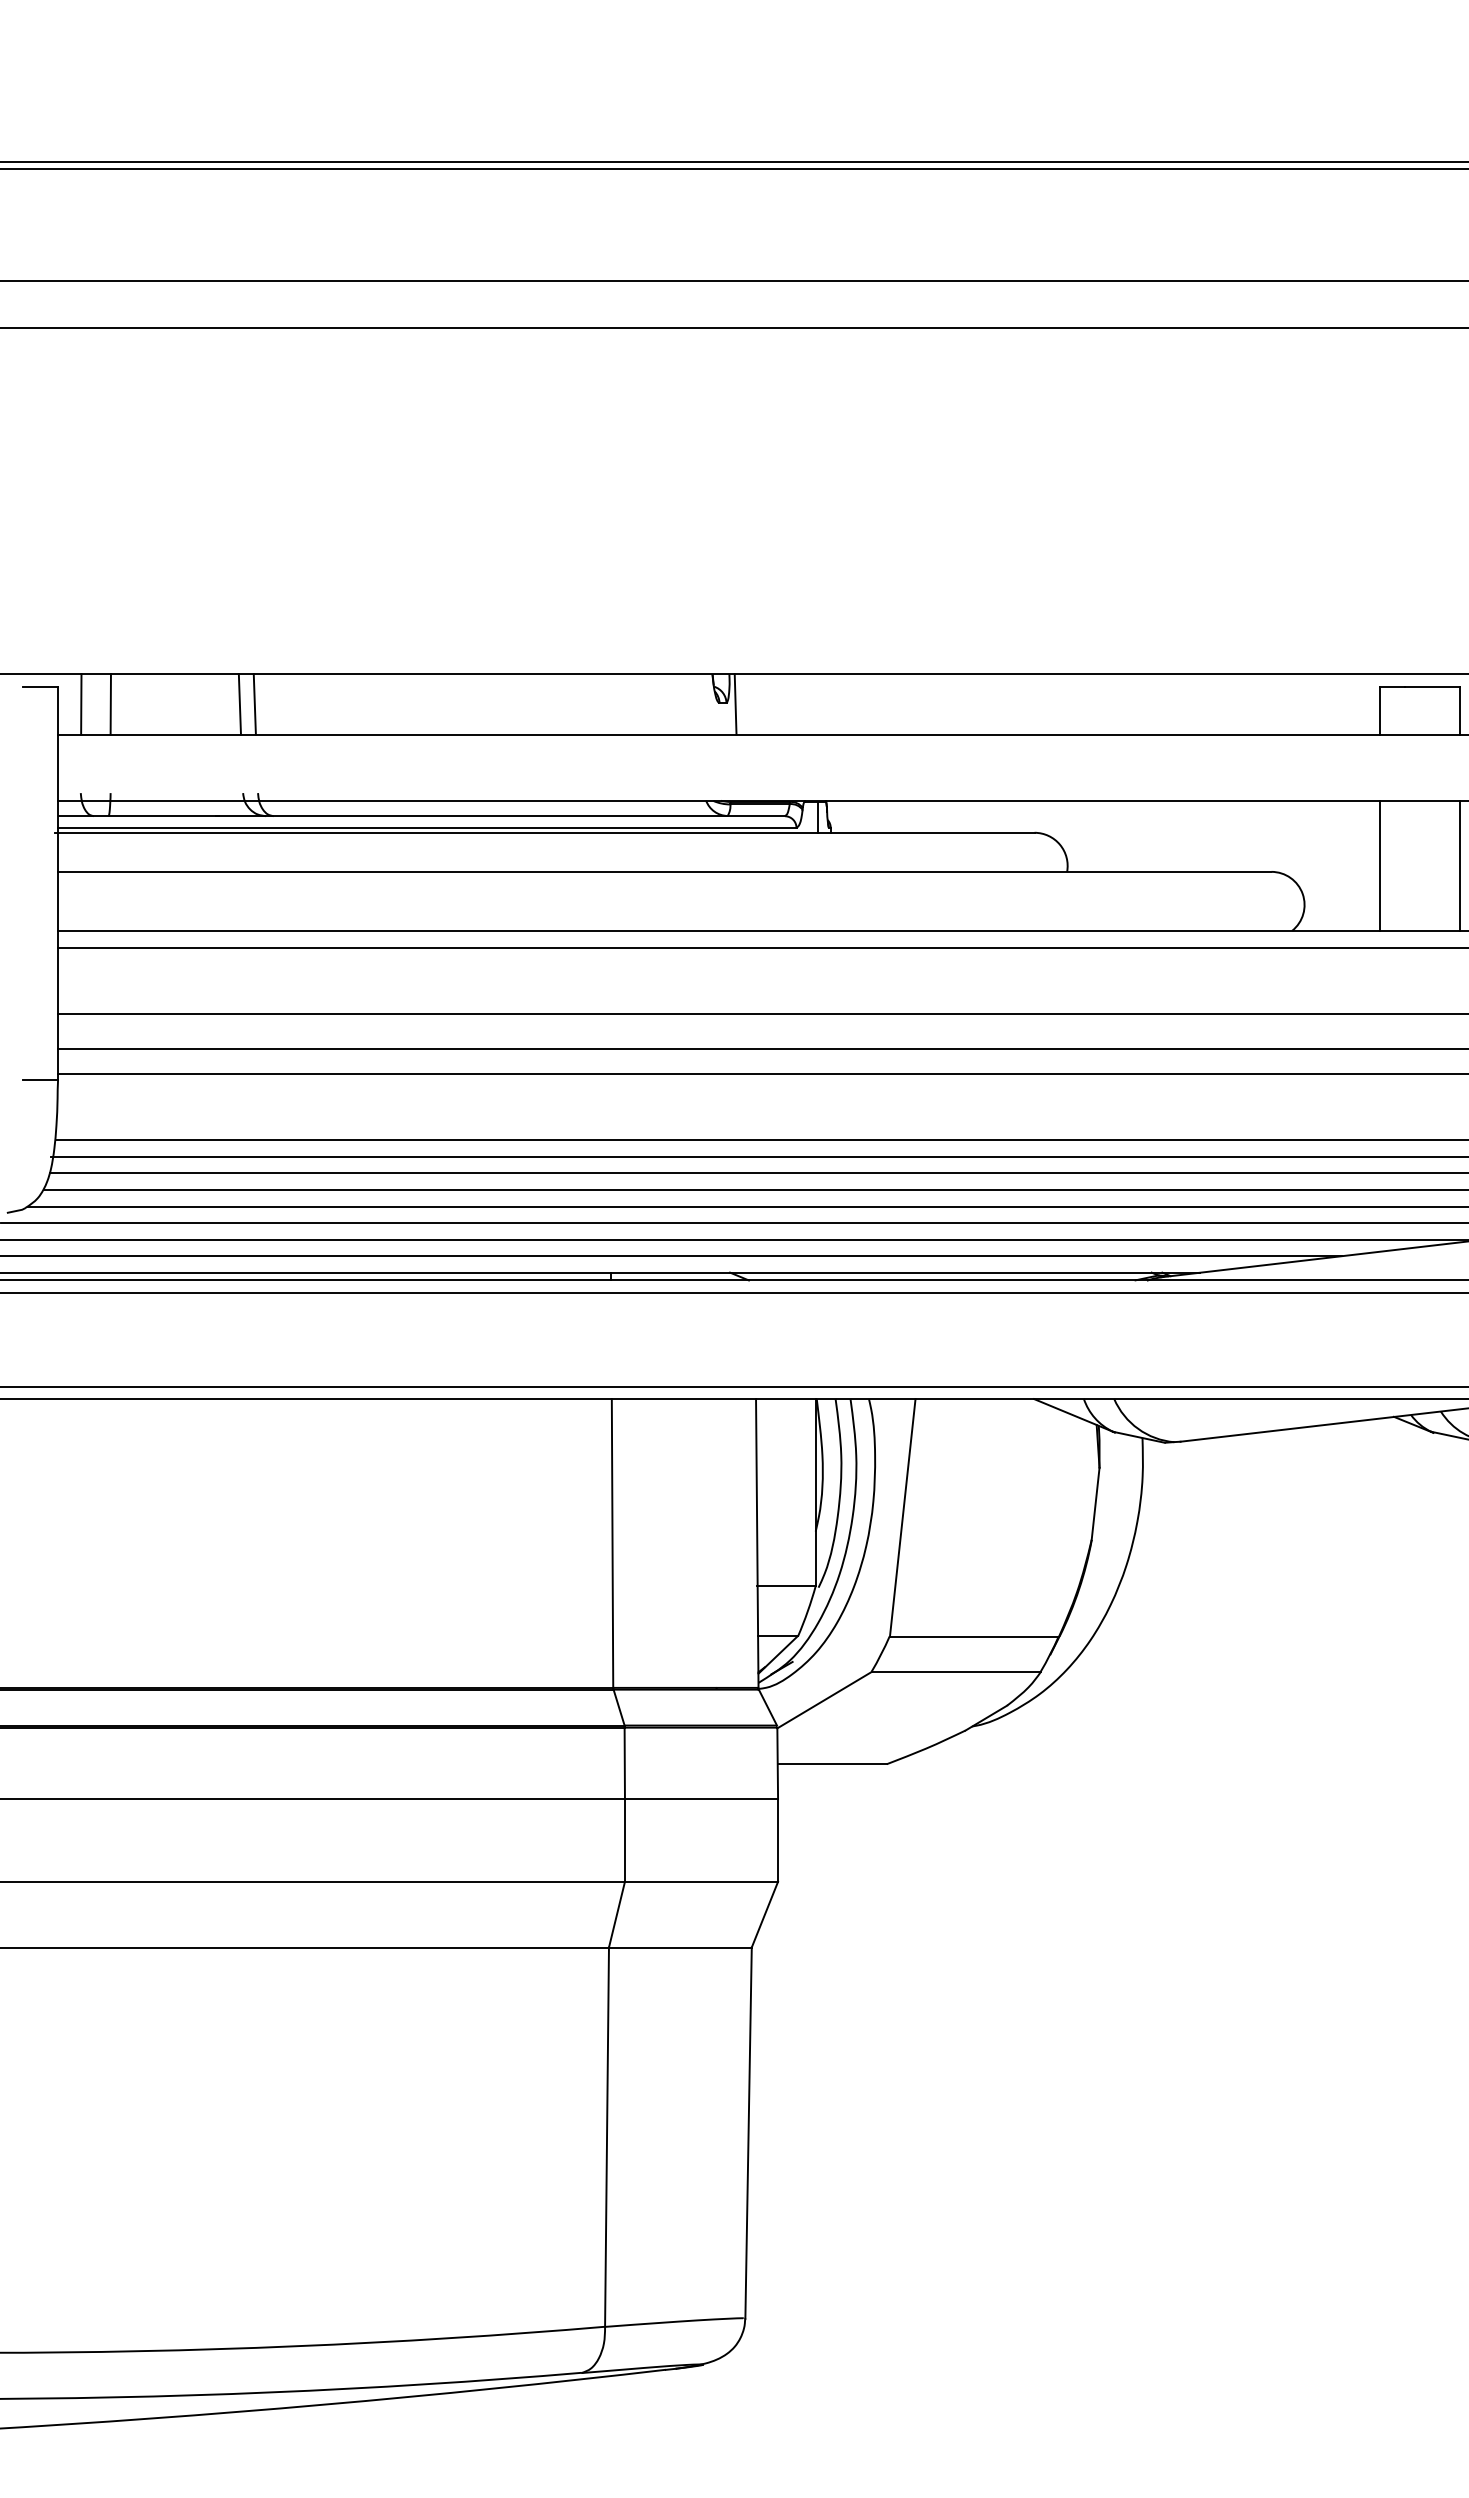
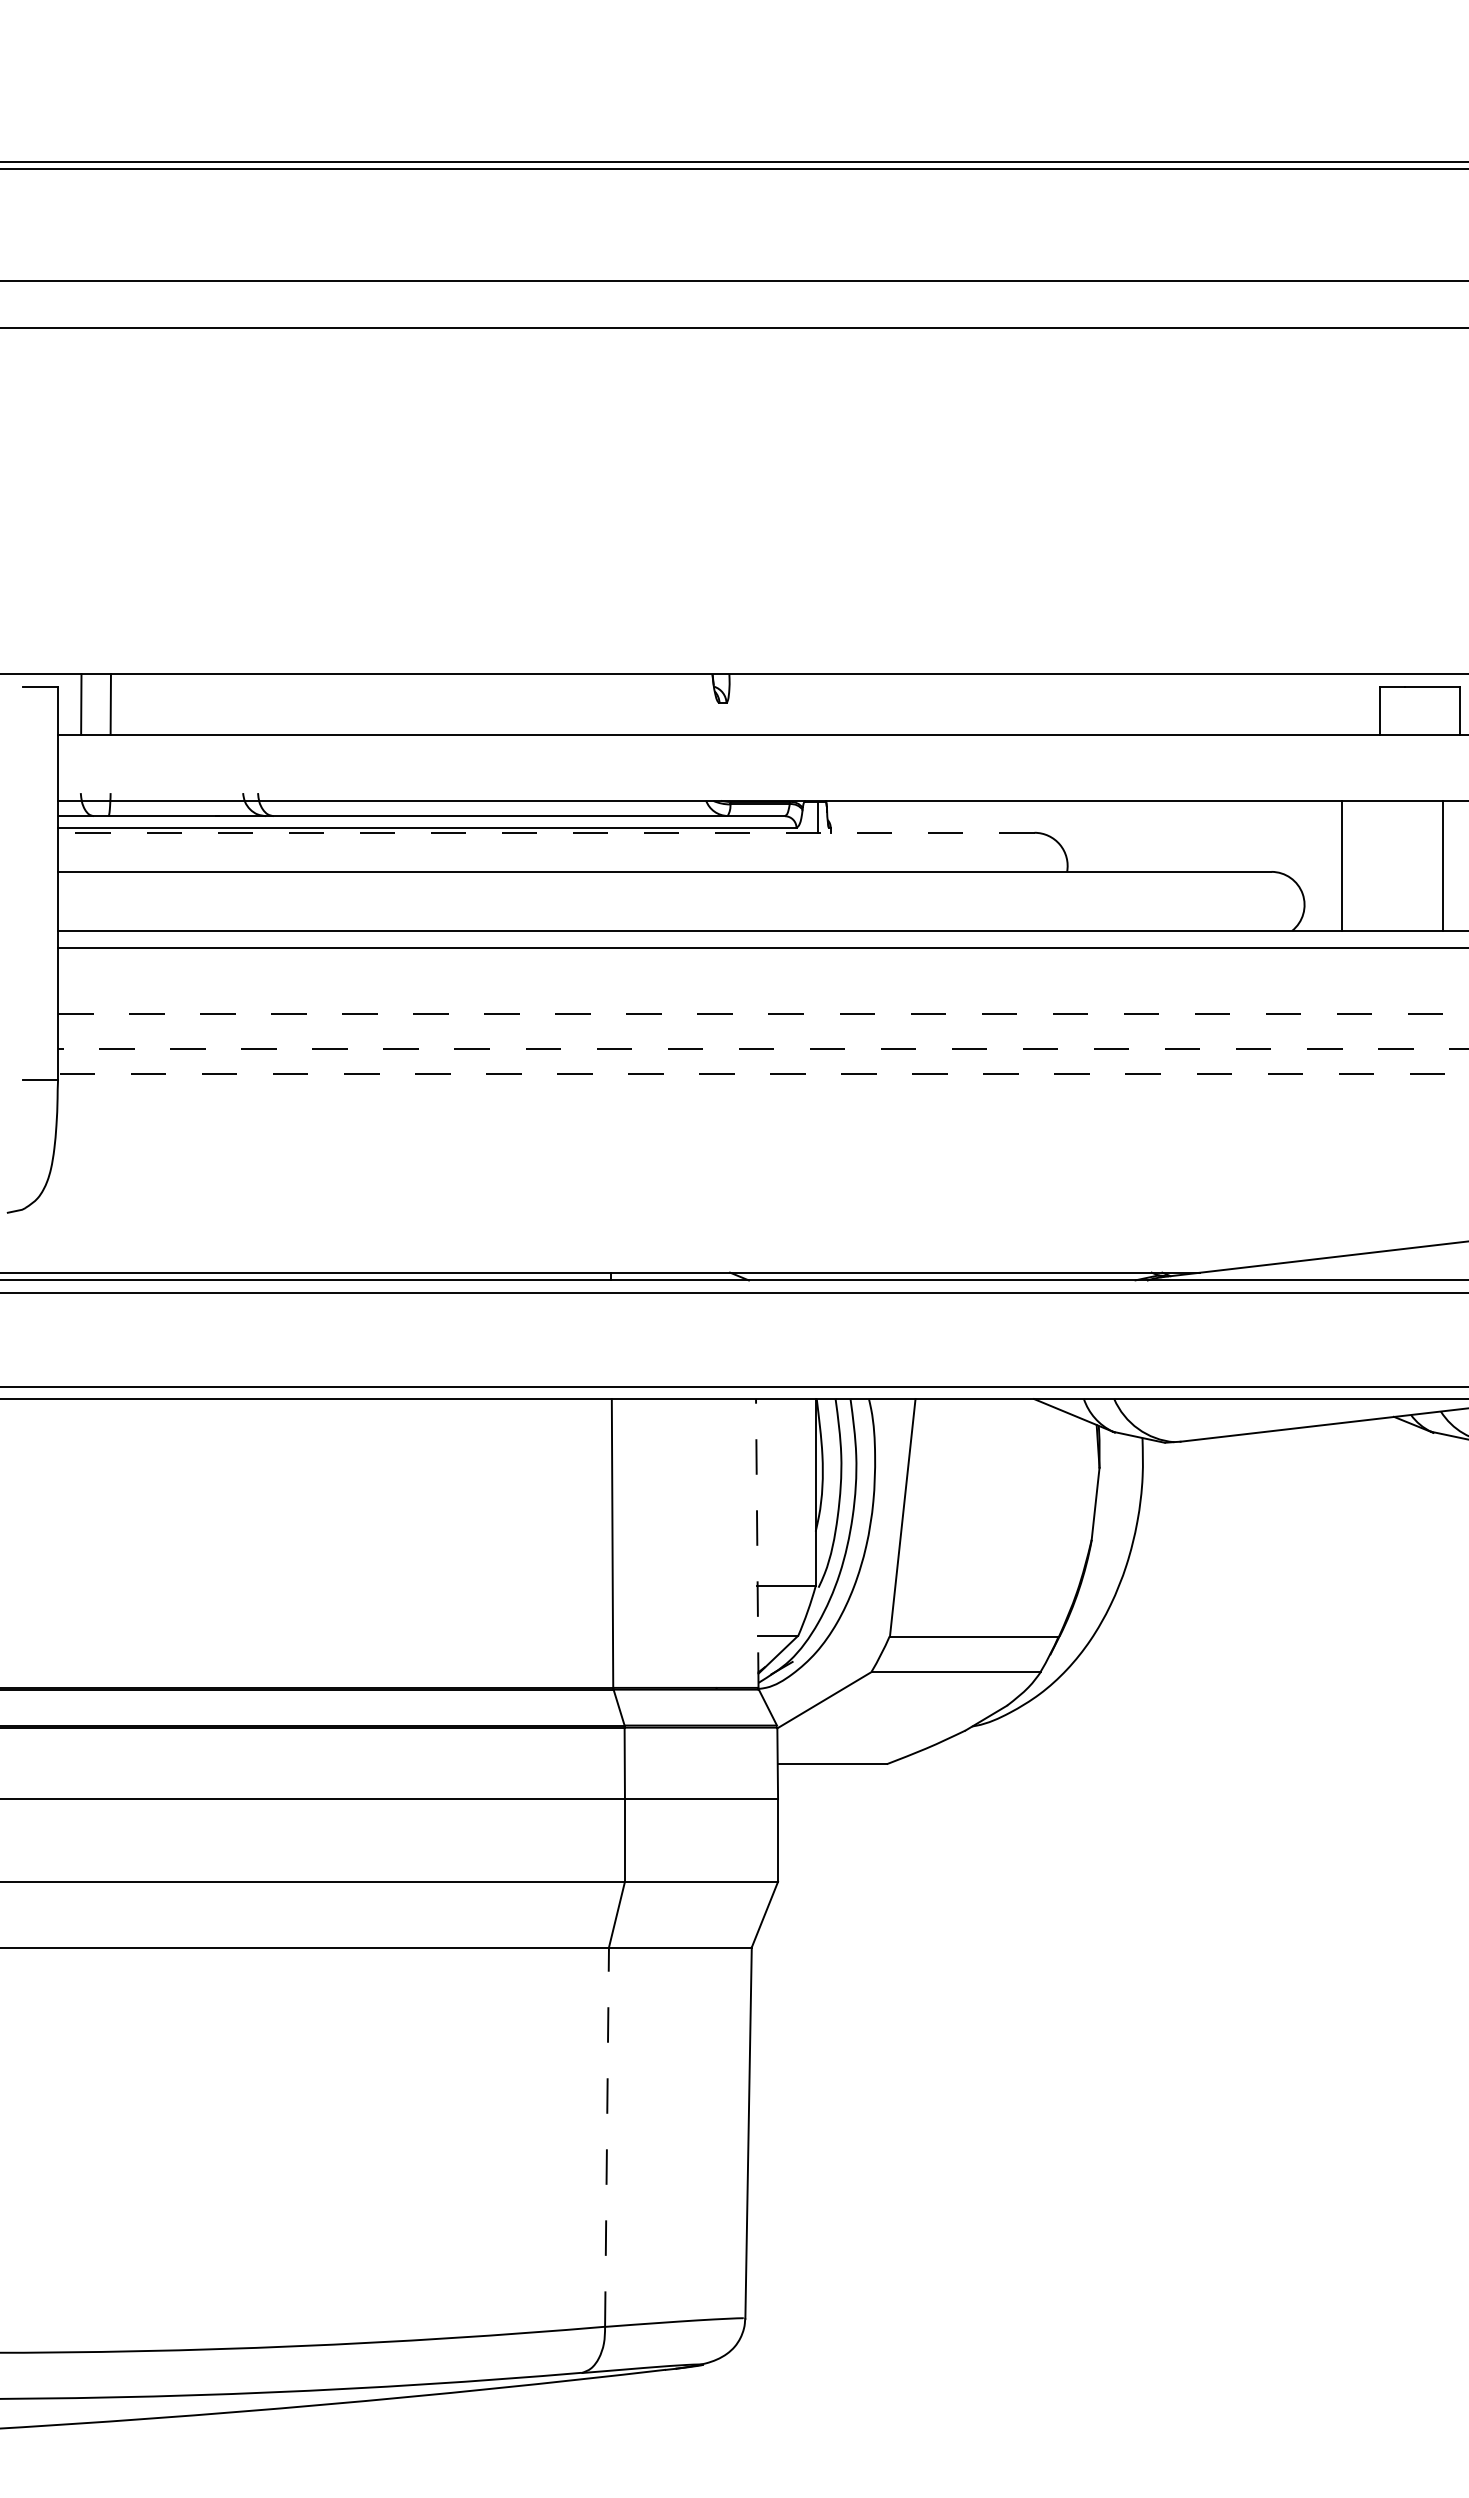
line at (239, 704): present -> none
line at (254, 704): present -> none
line at (735, 704): present -> none
line at (544, 832): solid -> dashed
line at (1380, 865) position: (1380, 865) -> (1342, 865)
line at (1460, 865) position: (1460, 865) -> (1443, 865)
line at (763, 1013): solid -> dashed
line at (762, 1049): solid -> dashed
line at (762, 1073): solid -> dashed
line at (760, 1140): present -> none
line at (757, 1156): present -> none
line at (757, 1173): present -> none
line at (754, 1189): present -> none
line at (746, 1206): present -> none
line at (733, 1222): present -> none
line at (733, 1239): present -> none
line at (671, 1255): present -> none
line at (757, 1542): solid -> dashed
line at (607, 2137): solid -> dashed
